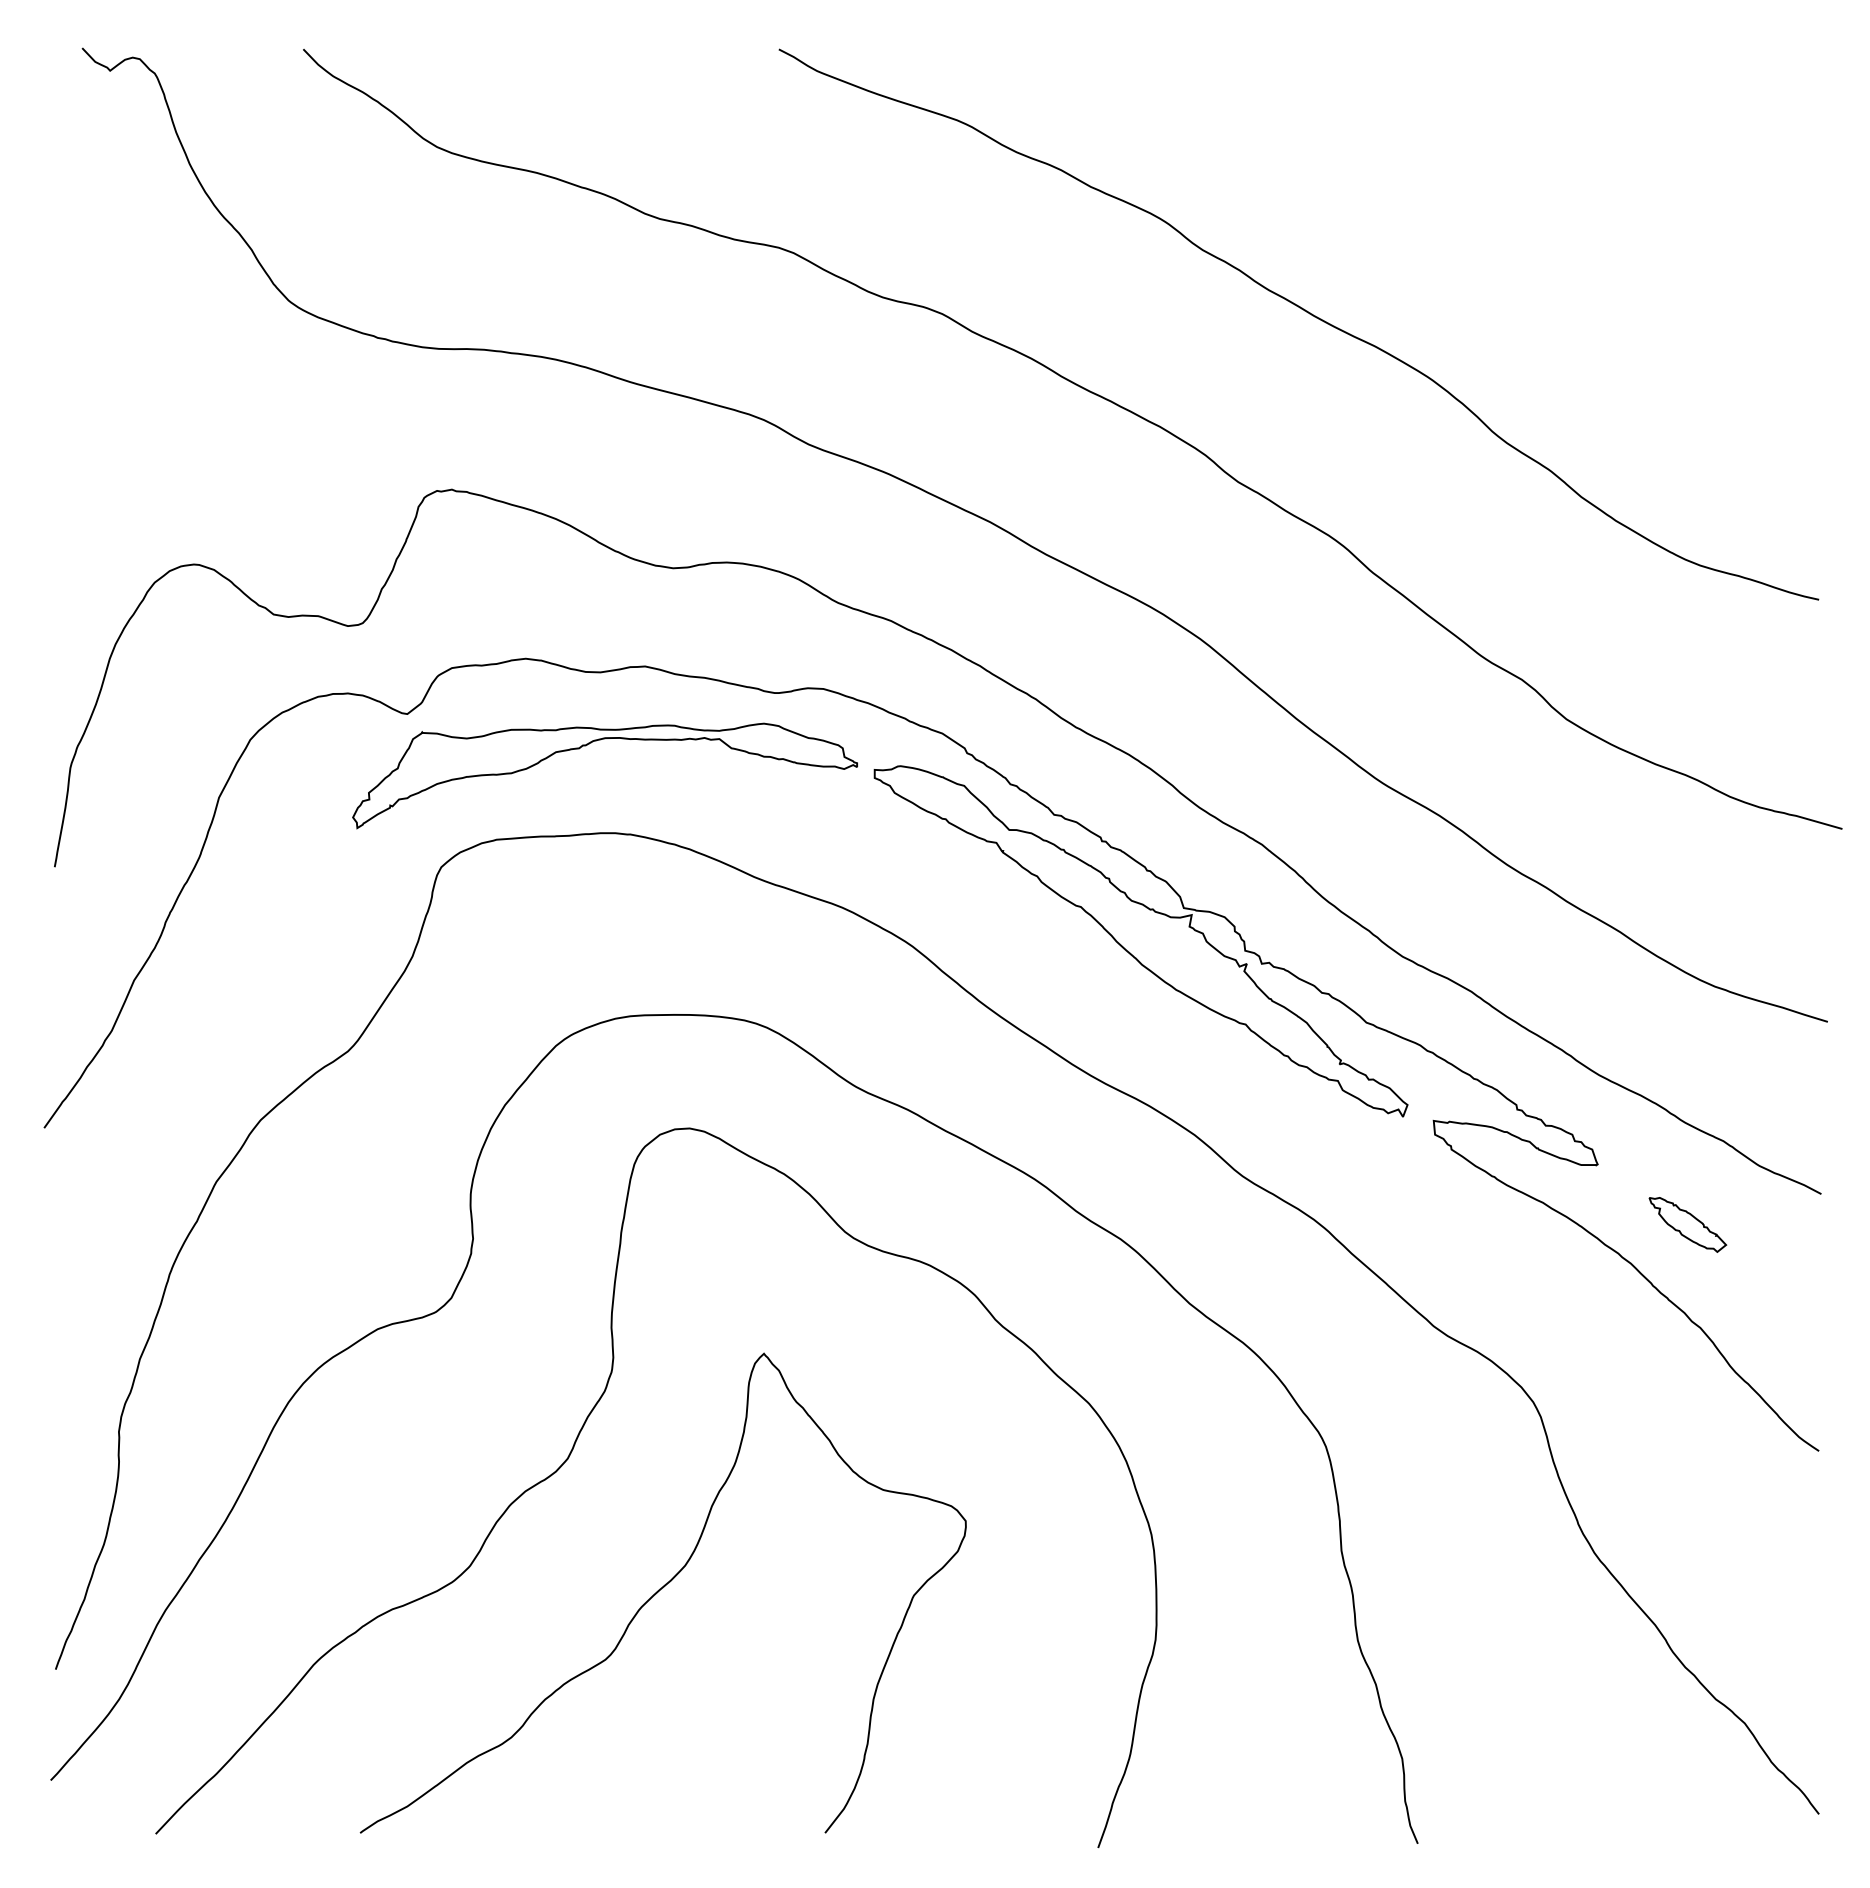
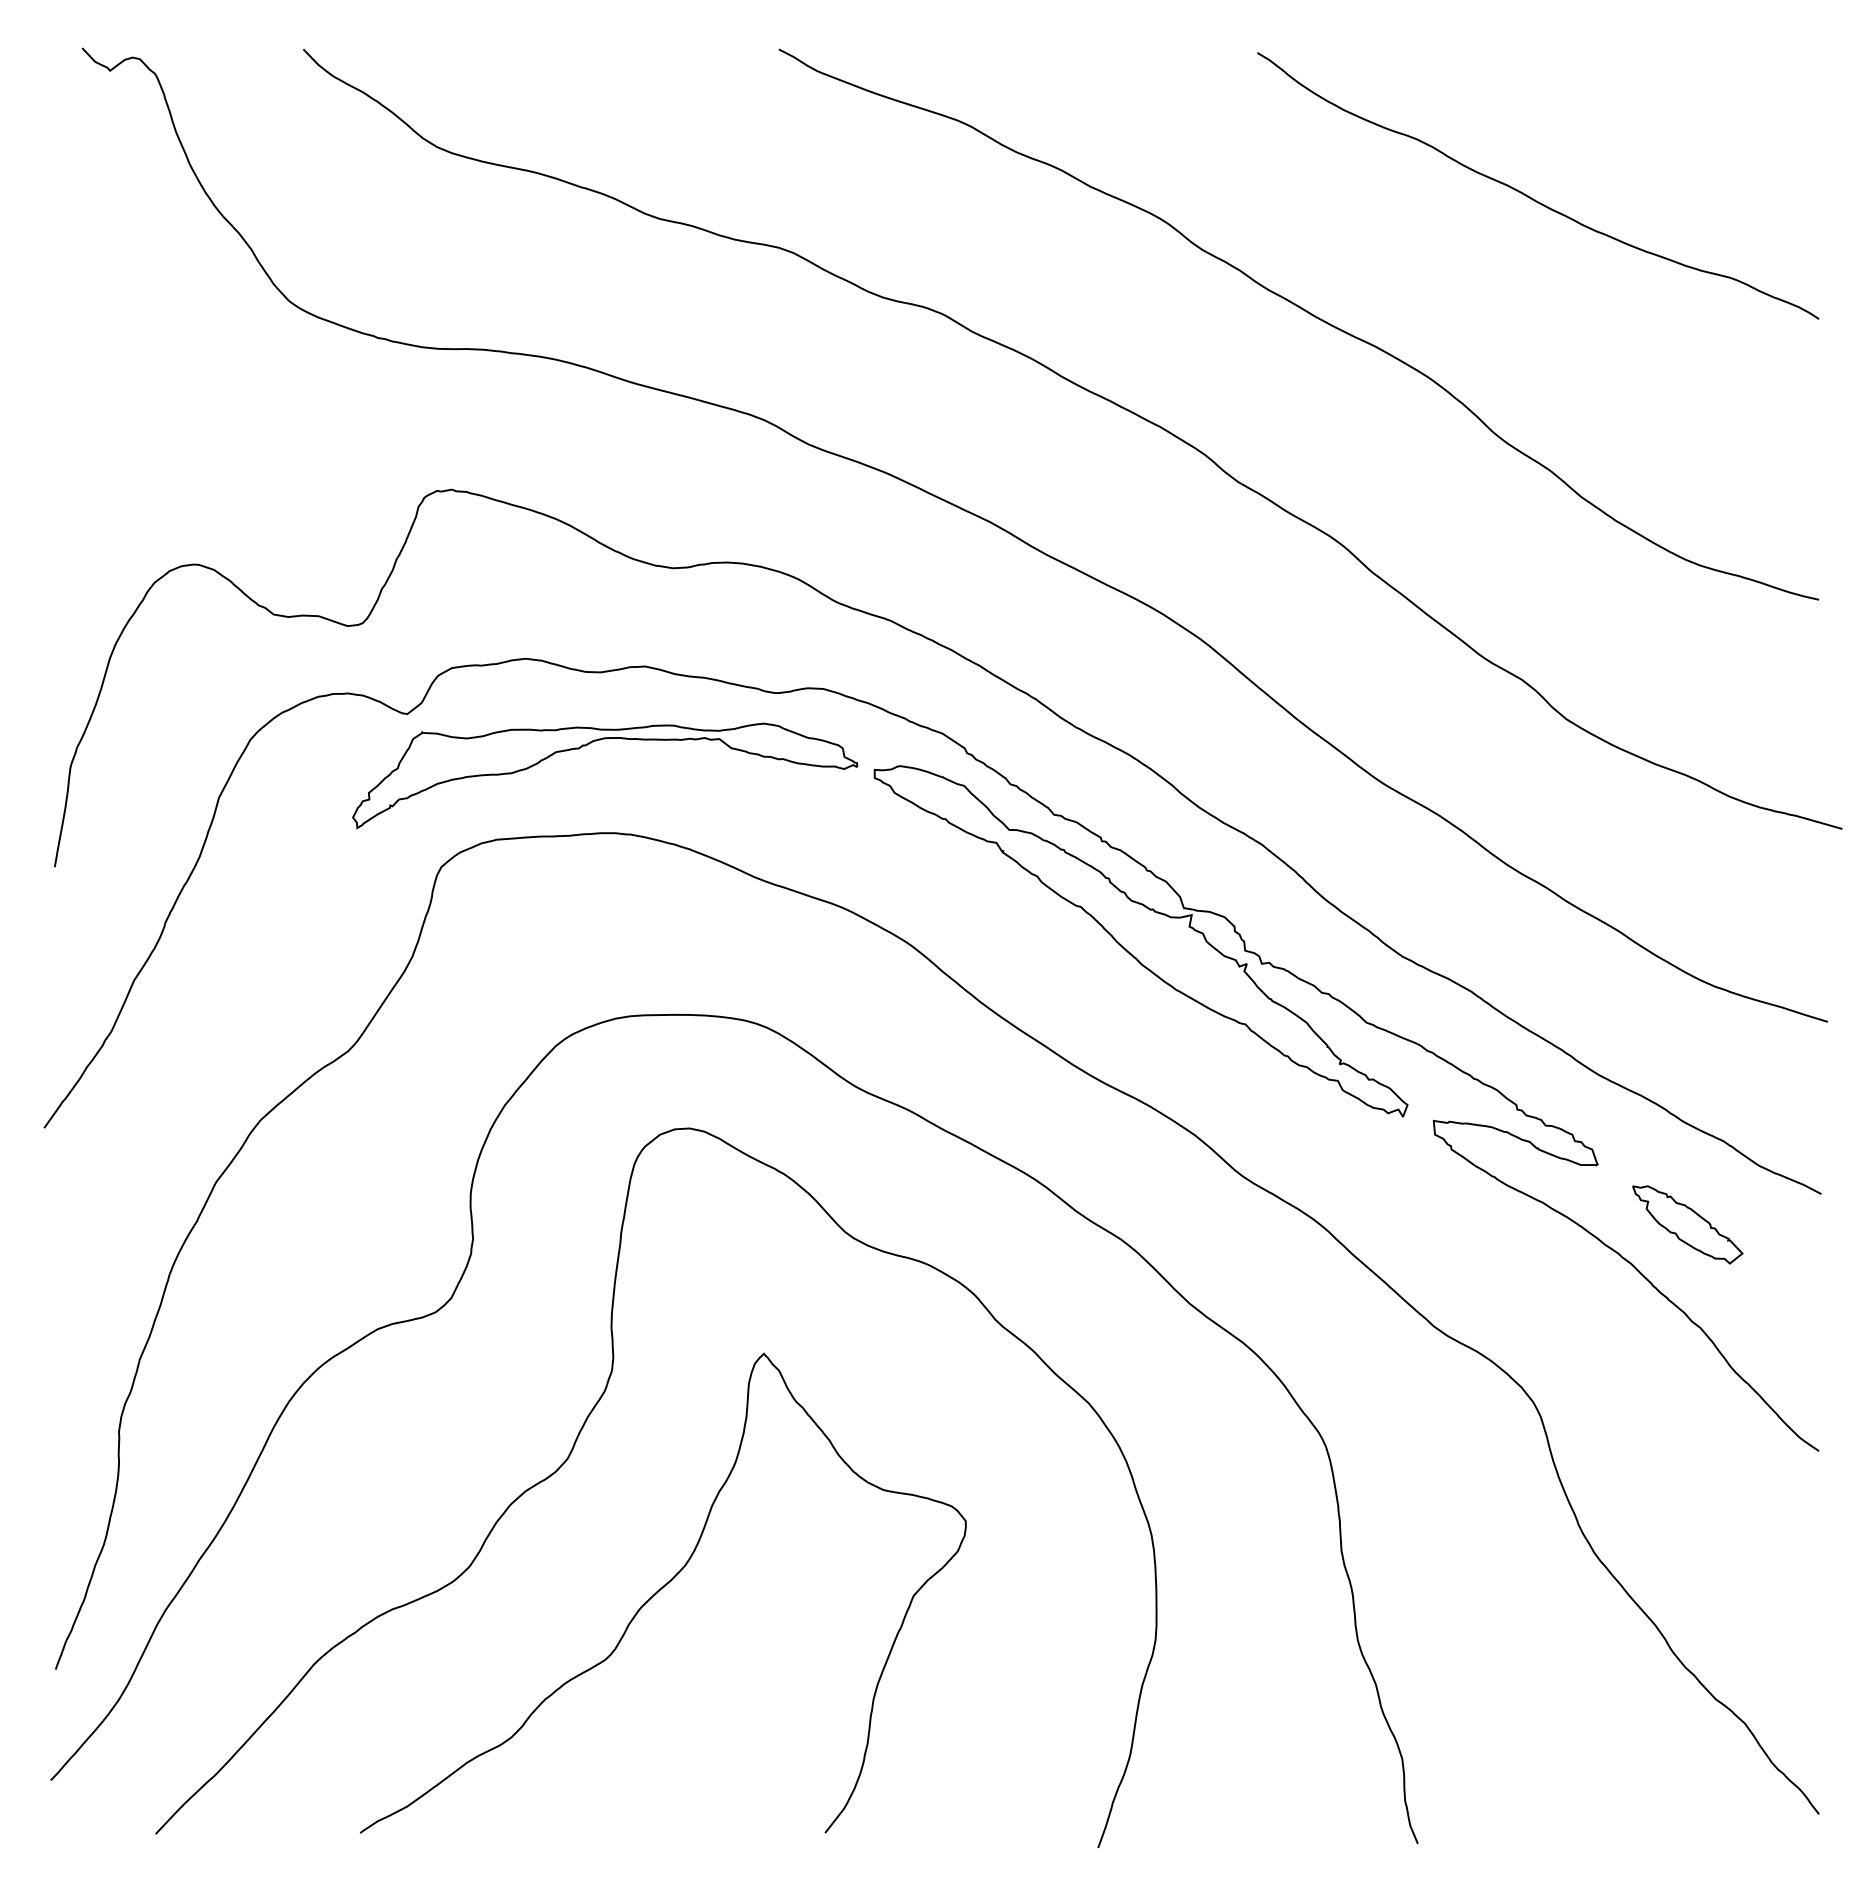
curve at (1530, 196): none -> present
part at (1687, 1224) size: 80x56 px -> 112x80 px
